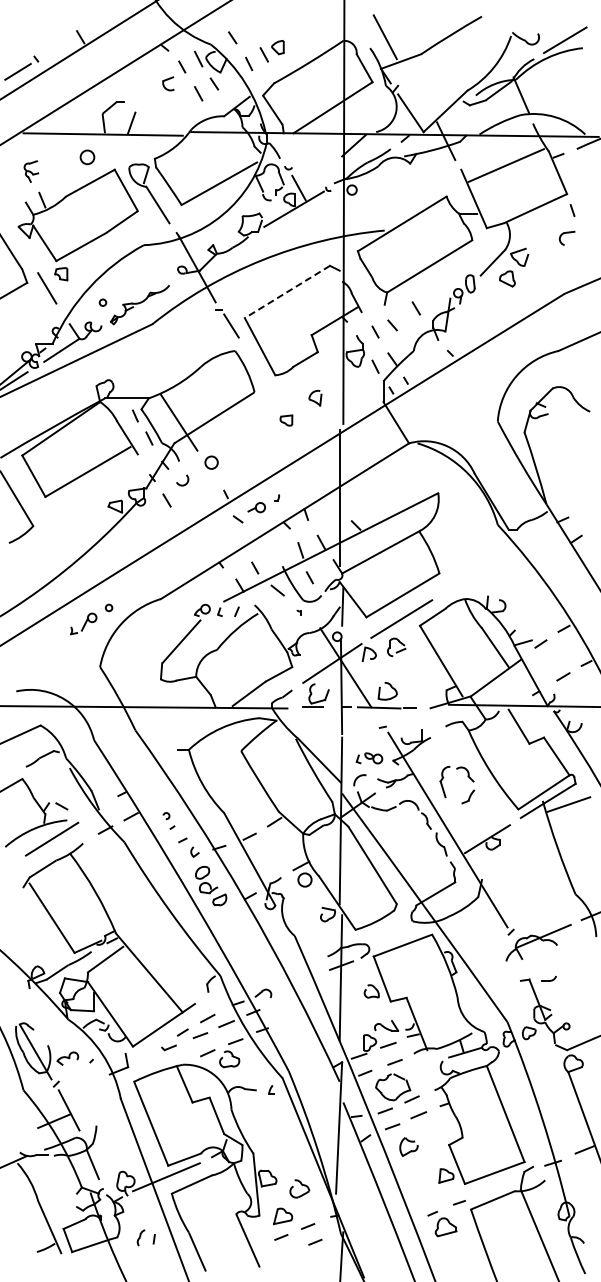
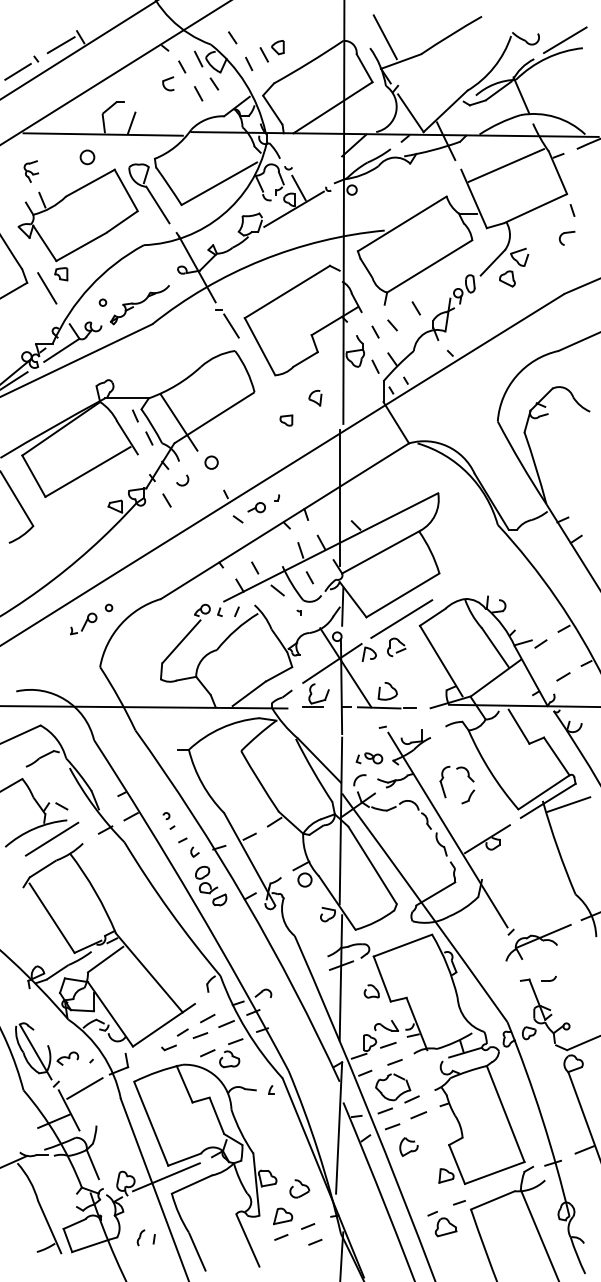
line at (60, 45): none -> present
line at (287, 292): dashed -> solid
line at (84, 1088): none -> present
